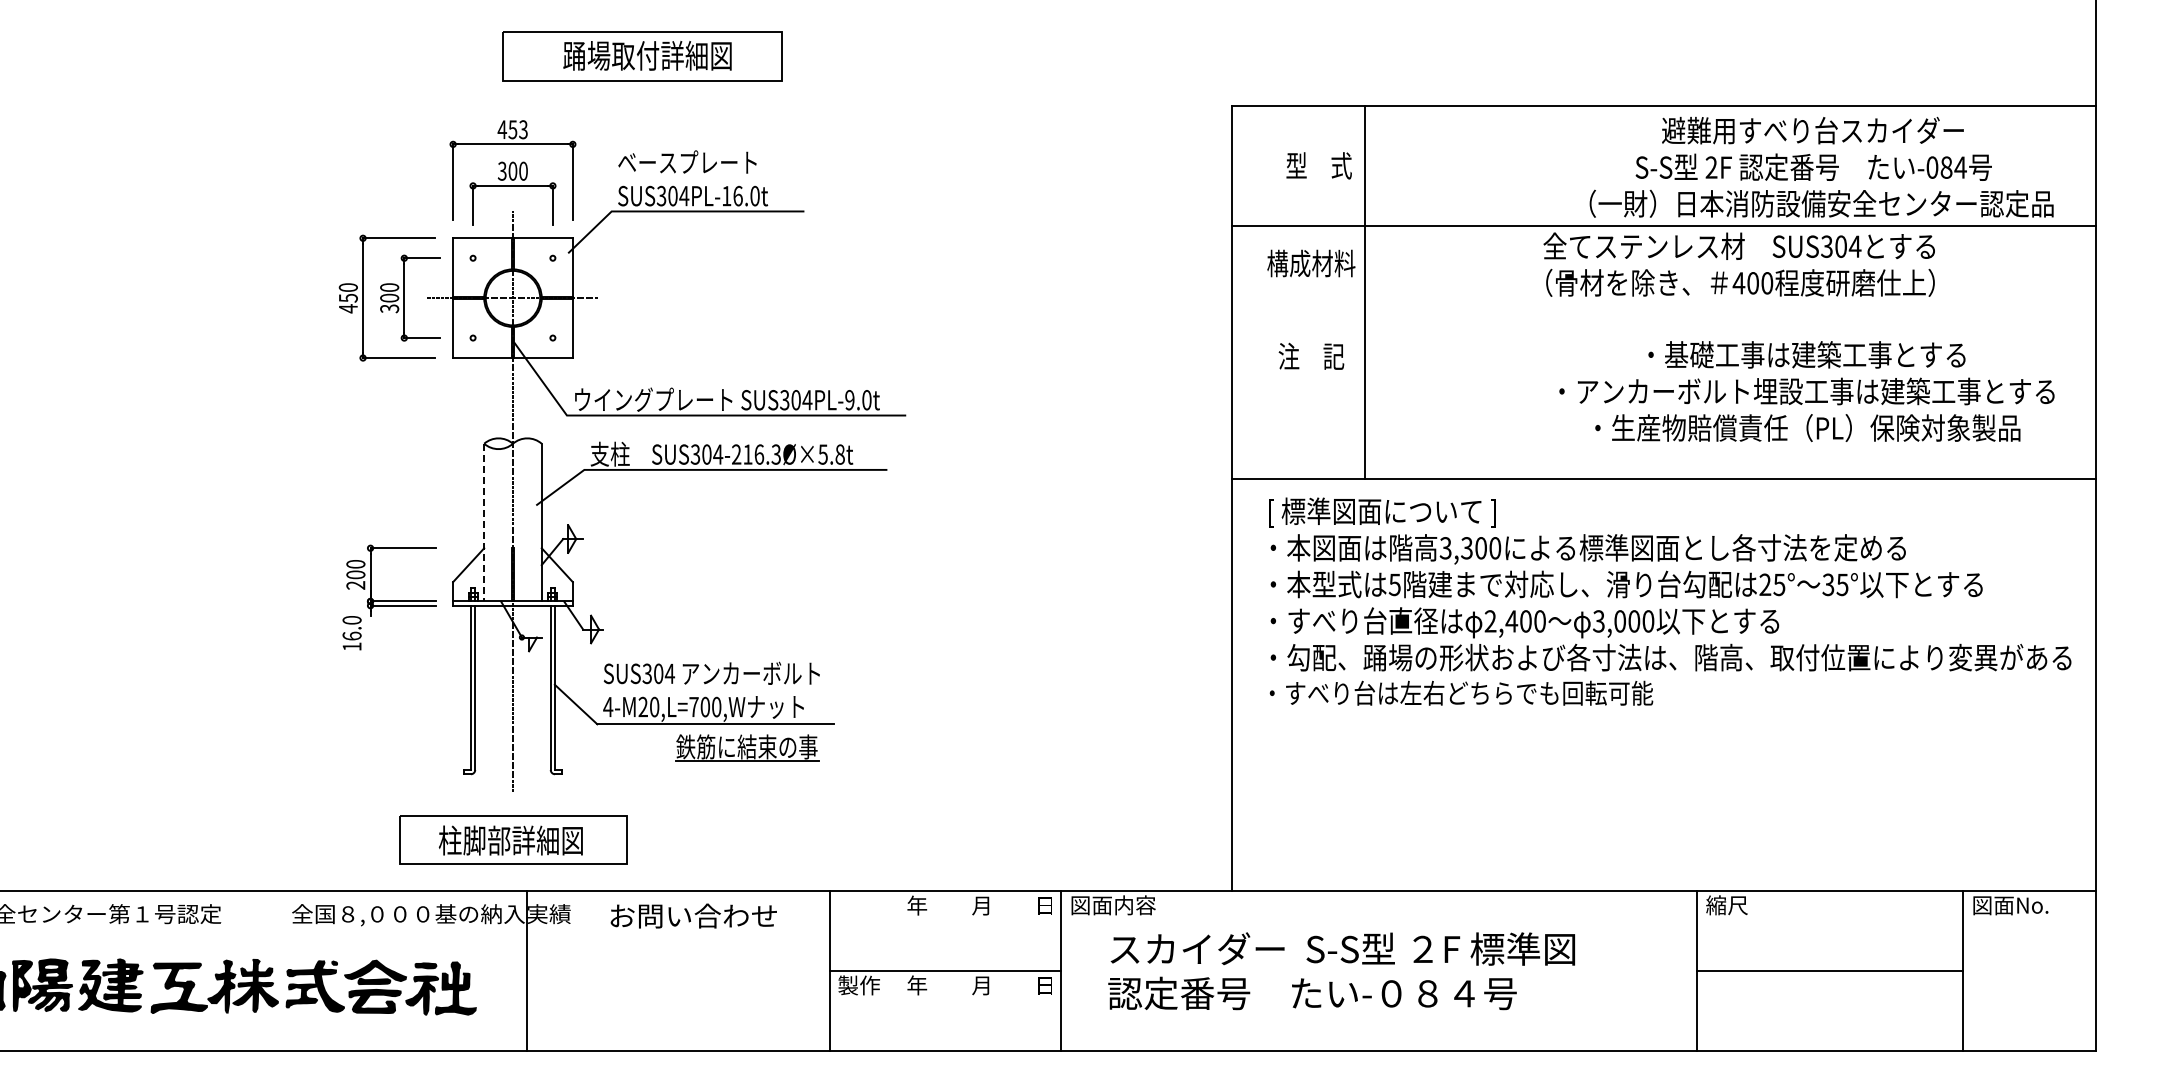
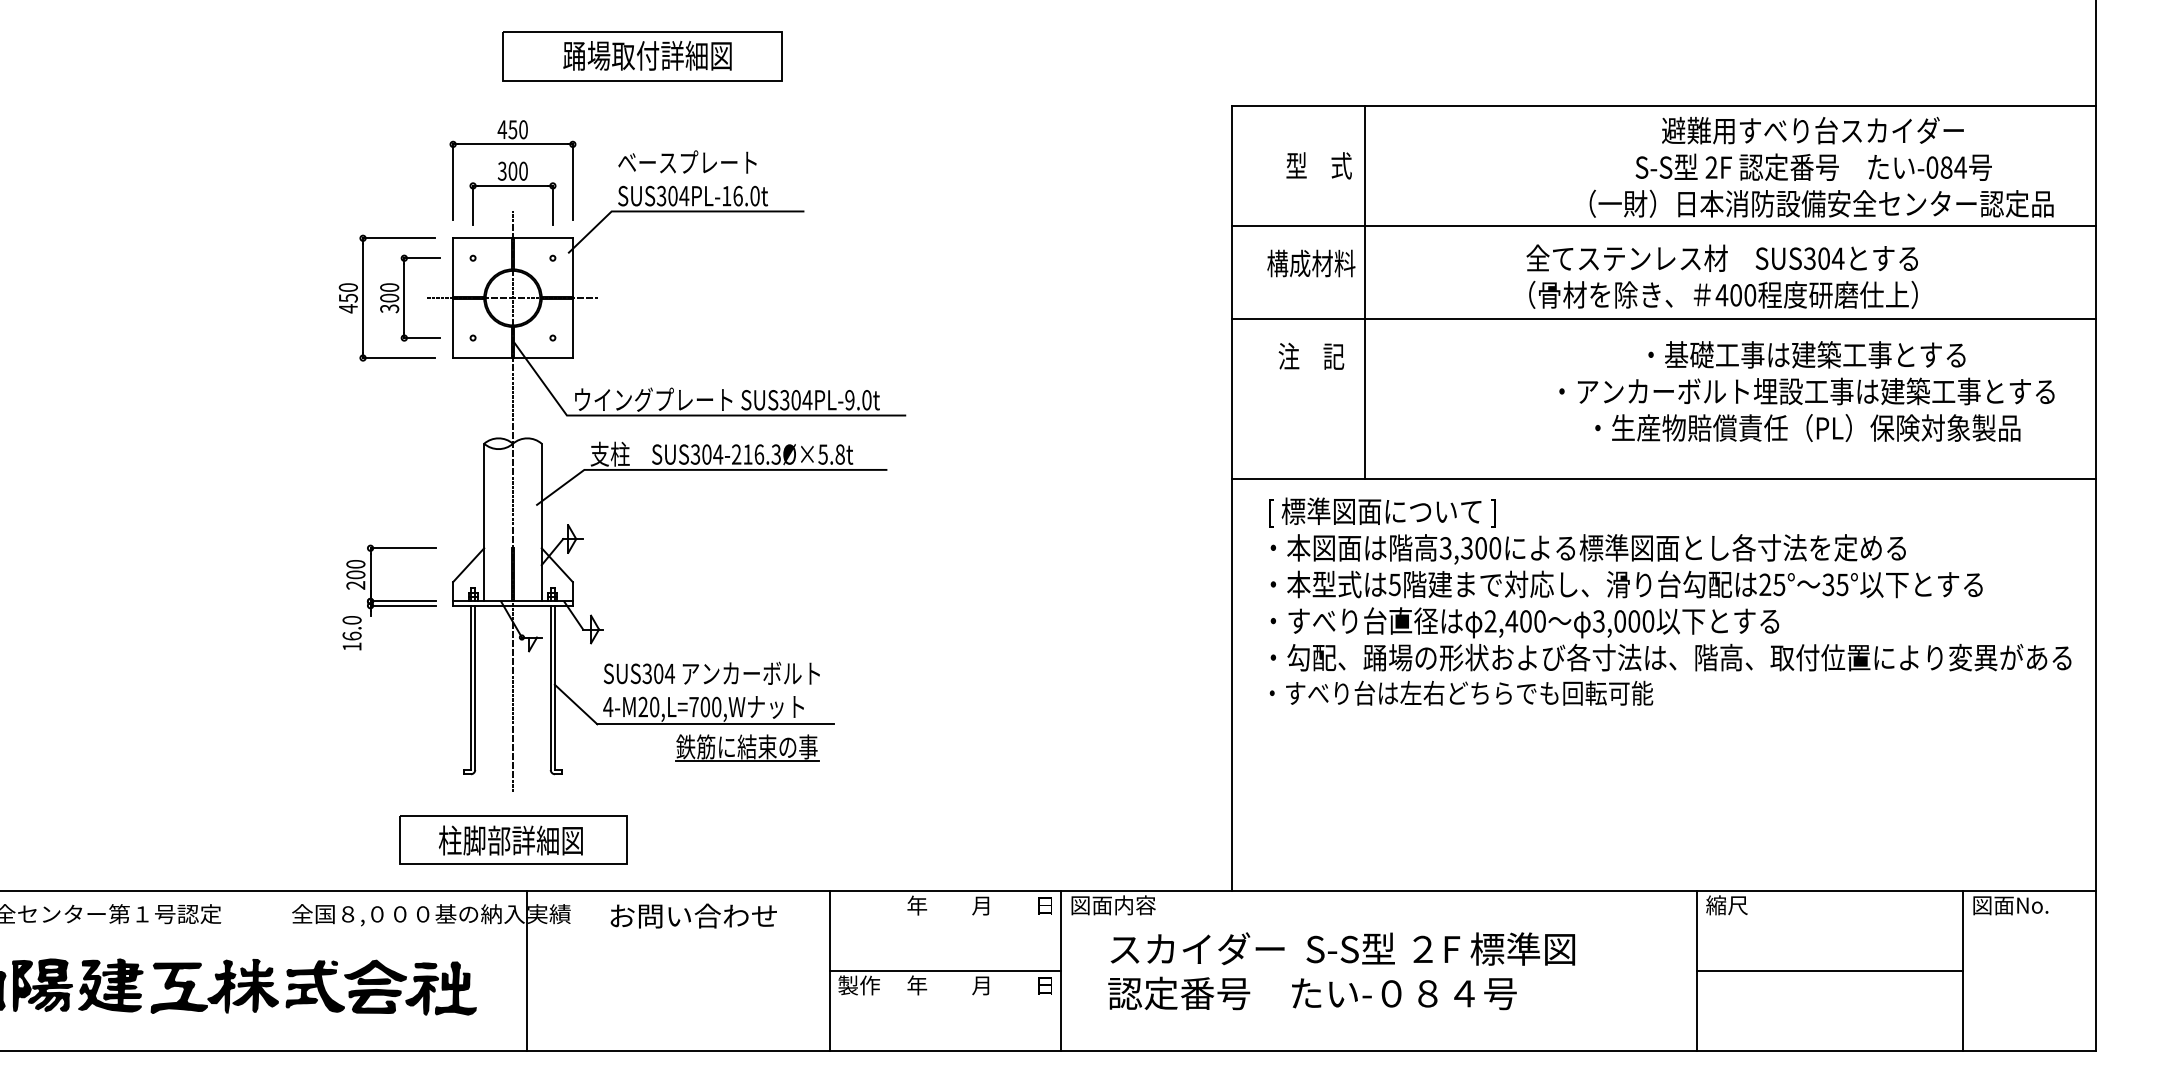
text at (523, 129): 453 -> 450
text at (1738, 264) position: (1738, 264) -> (1721, 276)
line at (1663, 319): none -> present
line at (484, 522): dashed -> solid
